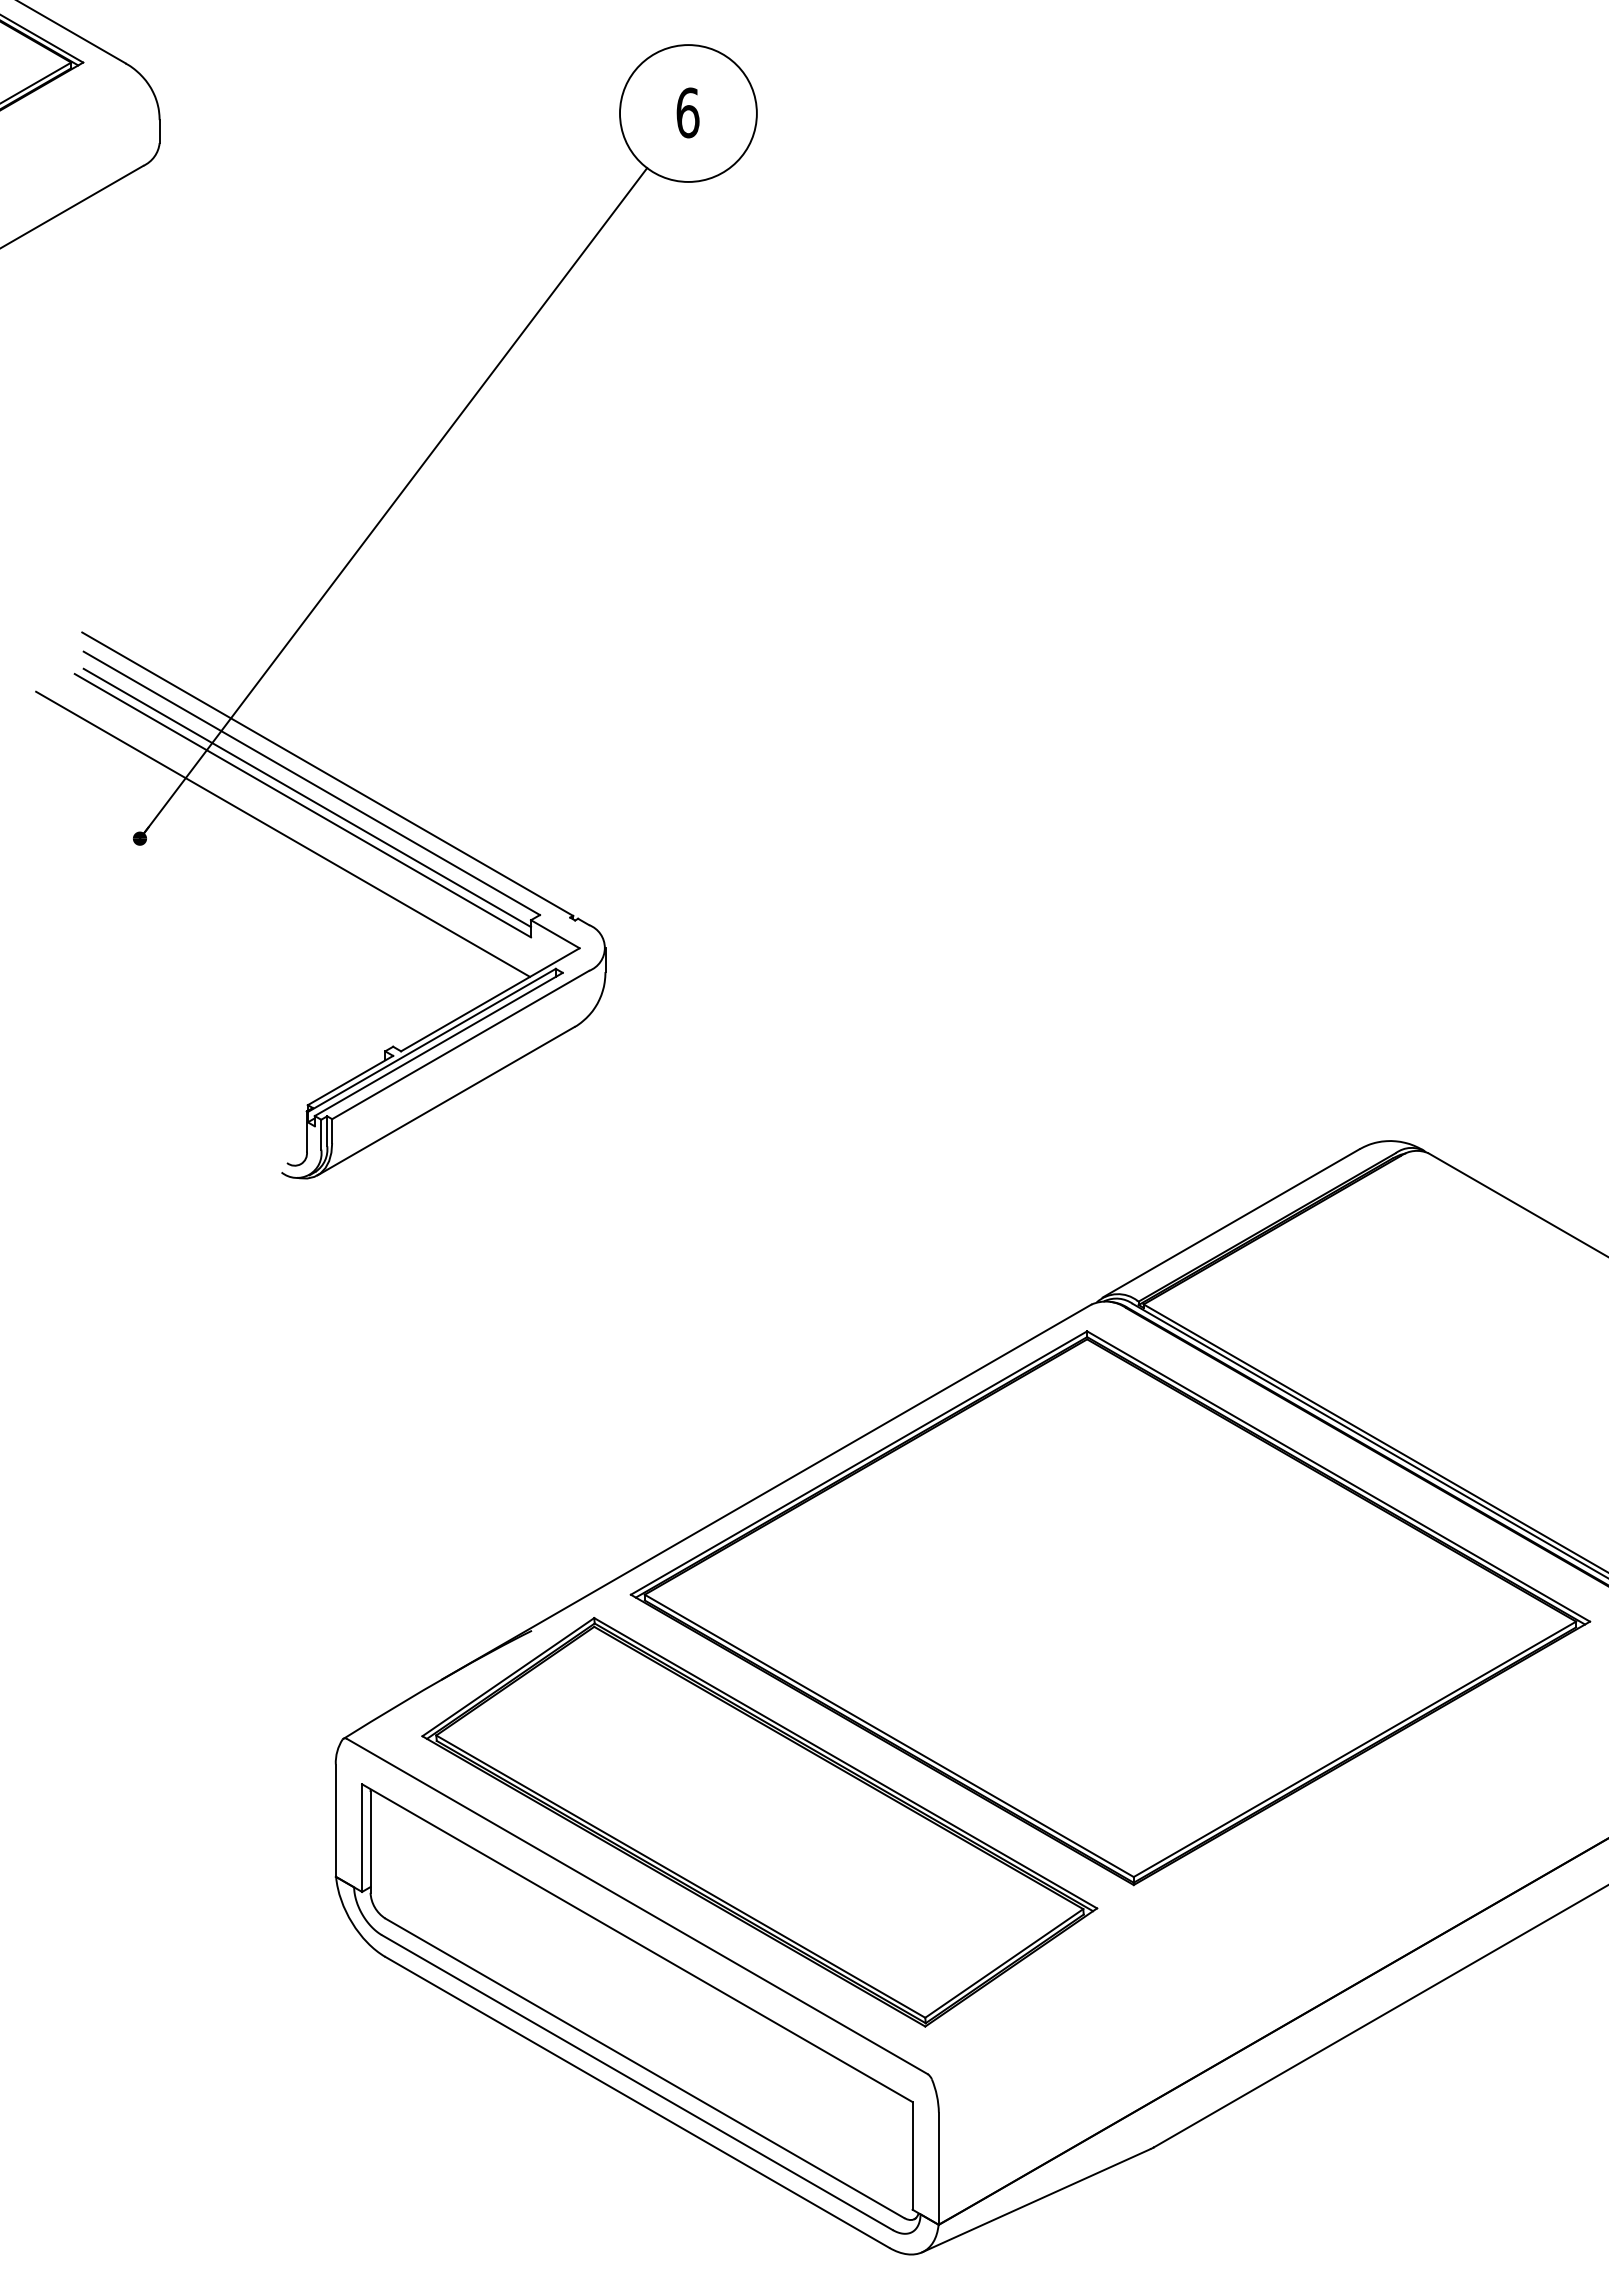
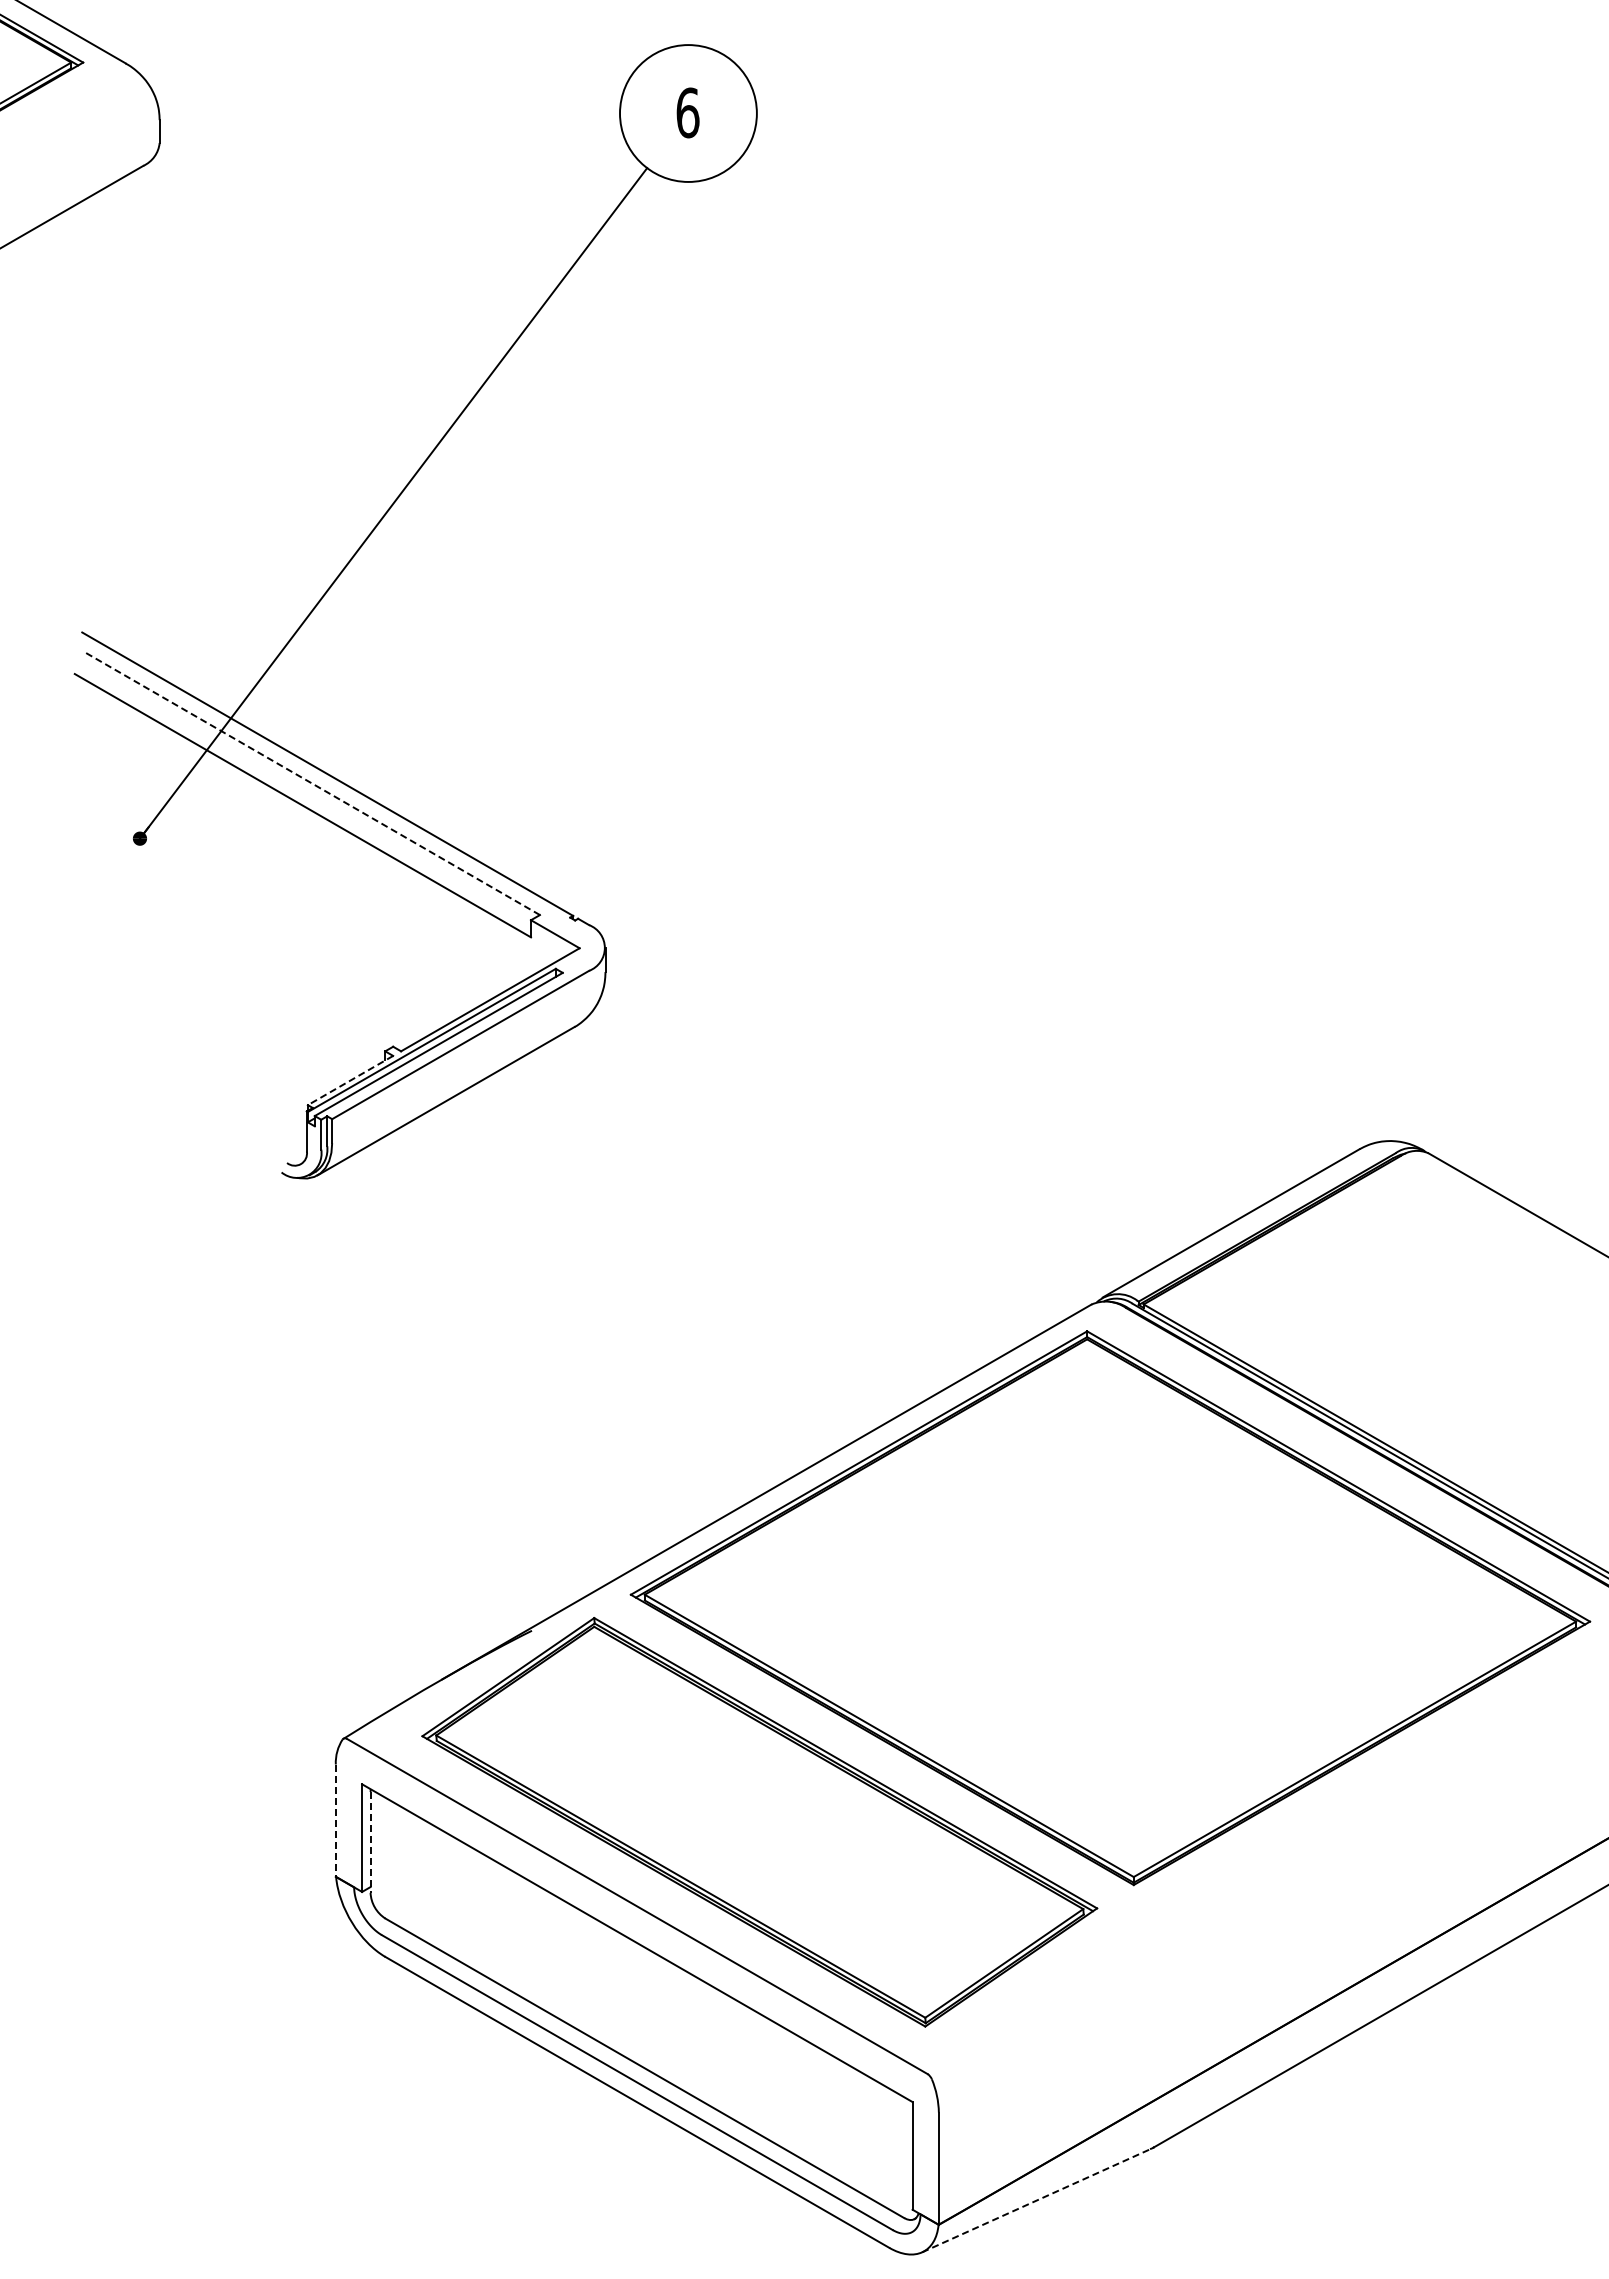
line at (311, 783): solid -> dashed
line at (307, 797): present -> none
line at (283, 833): present -> none
line at (350, 1080): solid -> dashed
line at (335, 1821): solid -> dashed
line at (370, 1842): solid -> dashed
line at (1036, 2200): solid -> dashed
